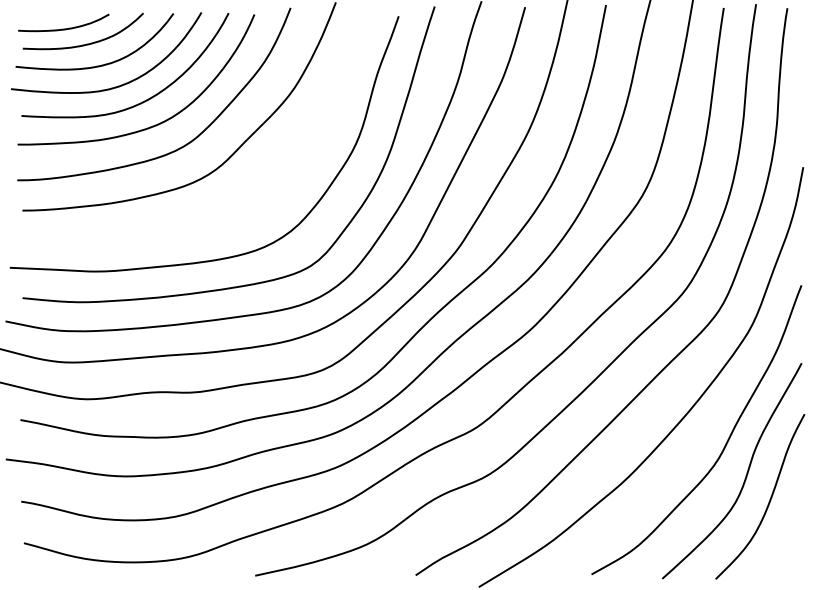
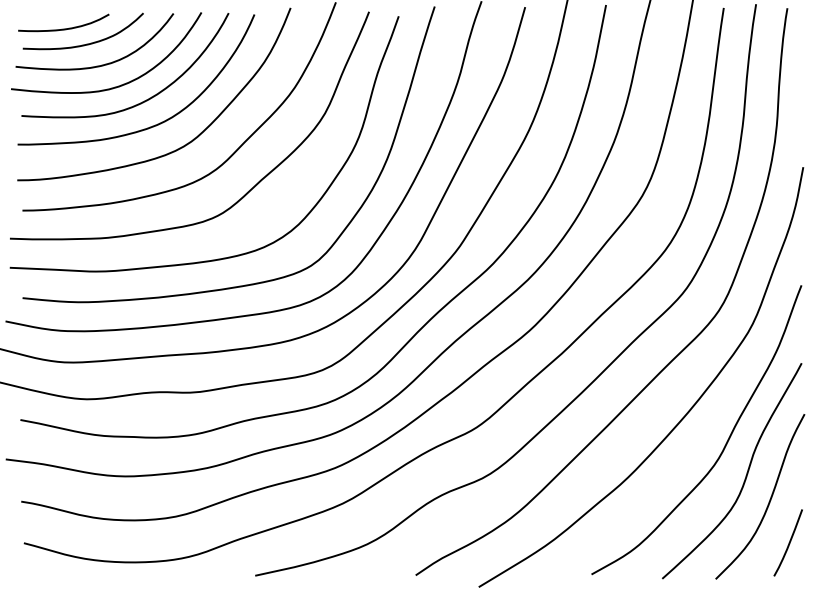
curve at (249, 189): none -> present
curve at (788, 542): none -> present
